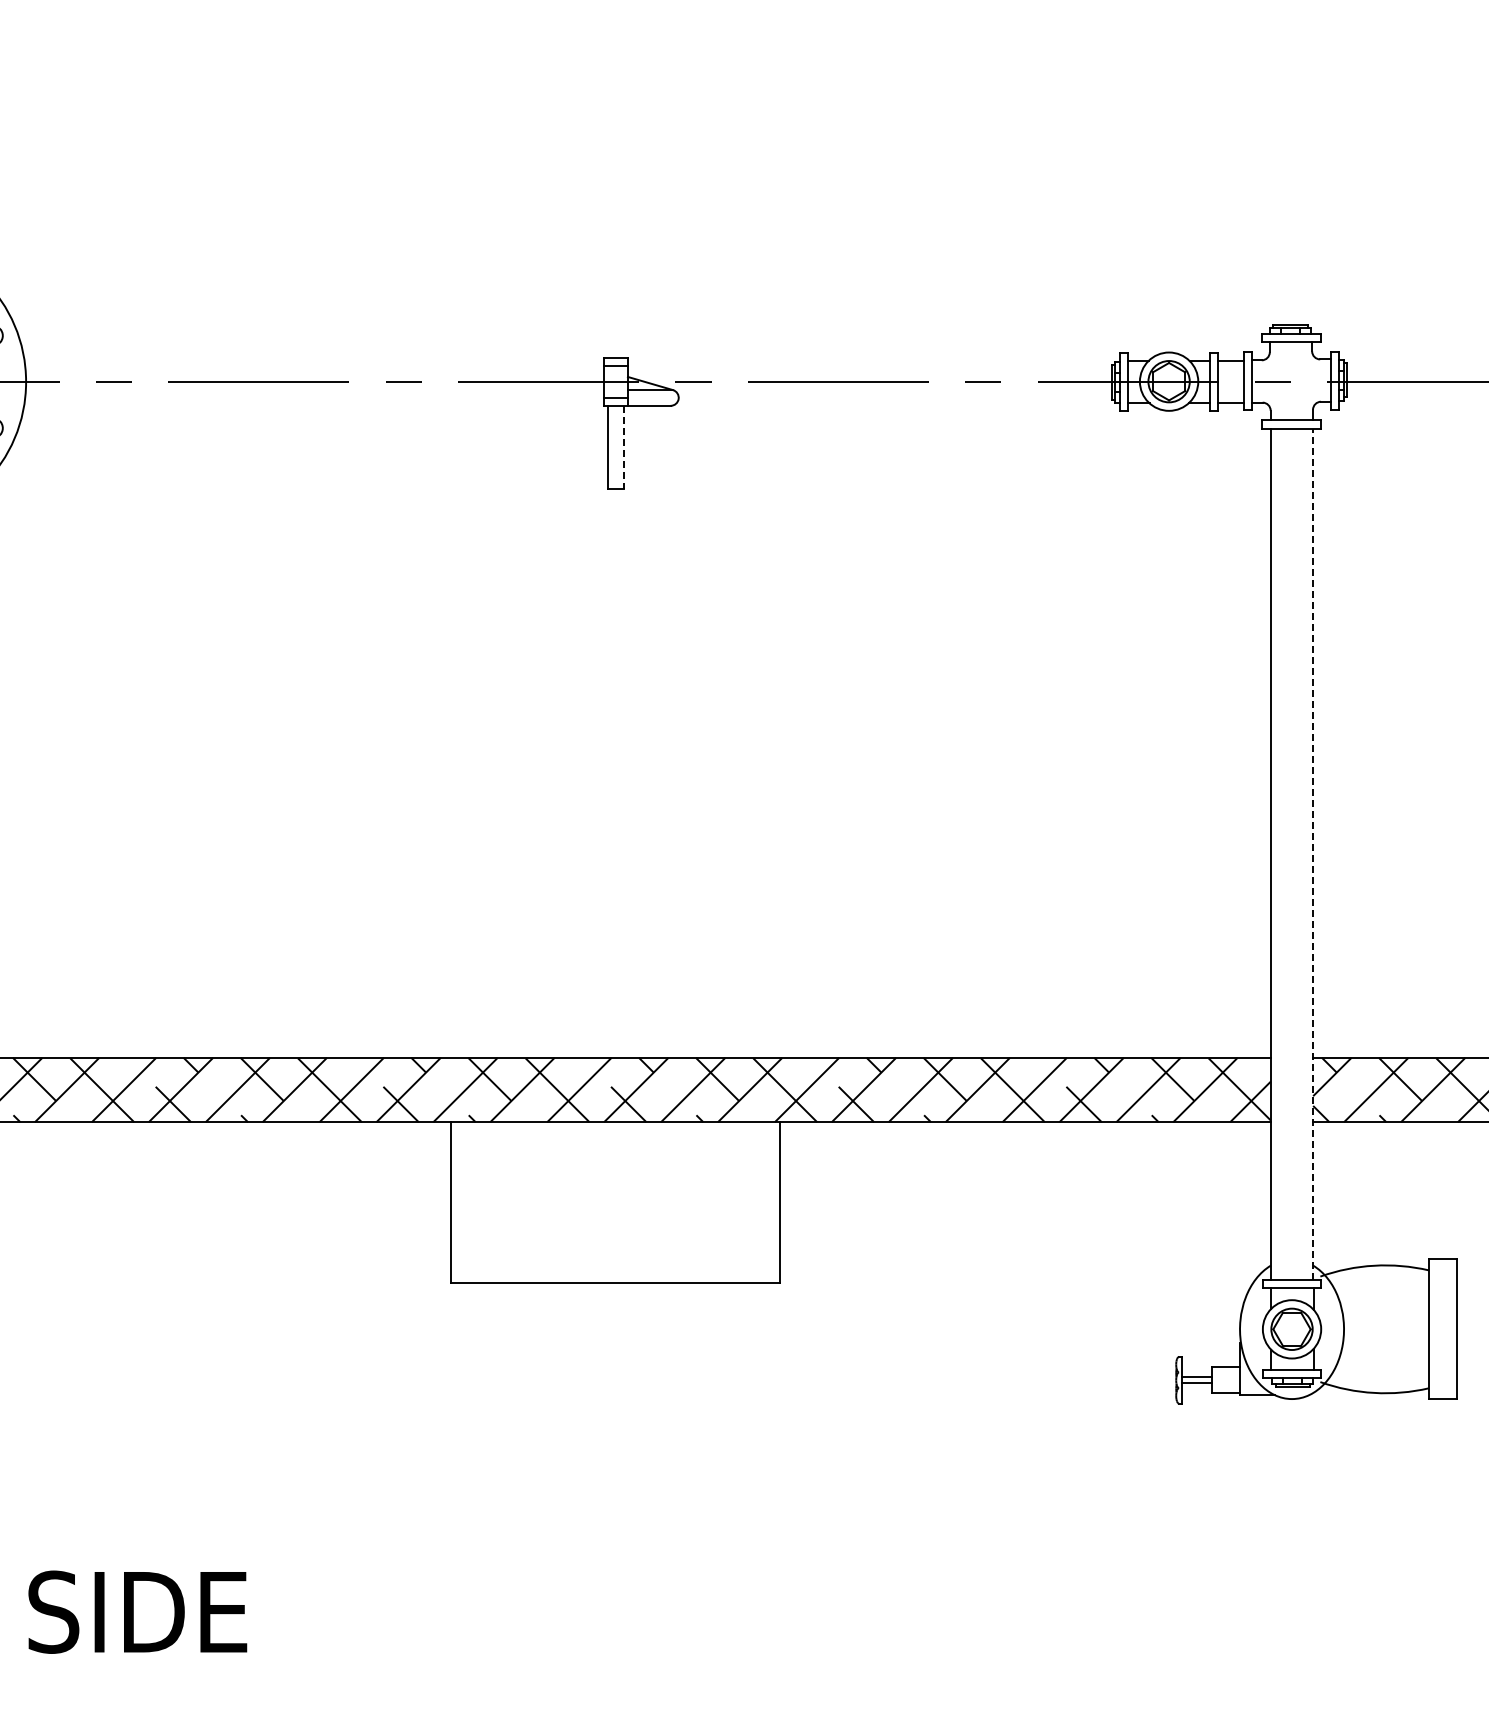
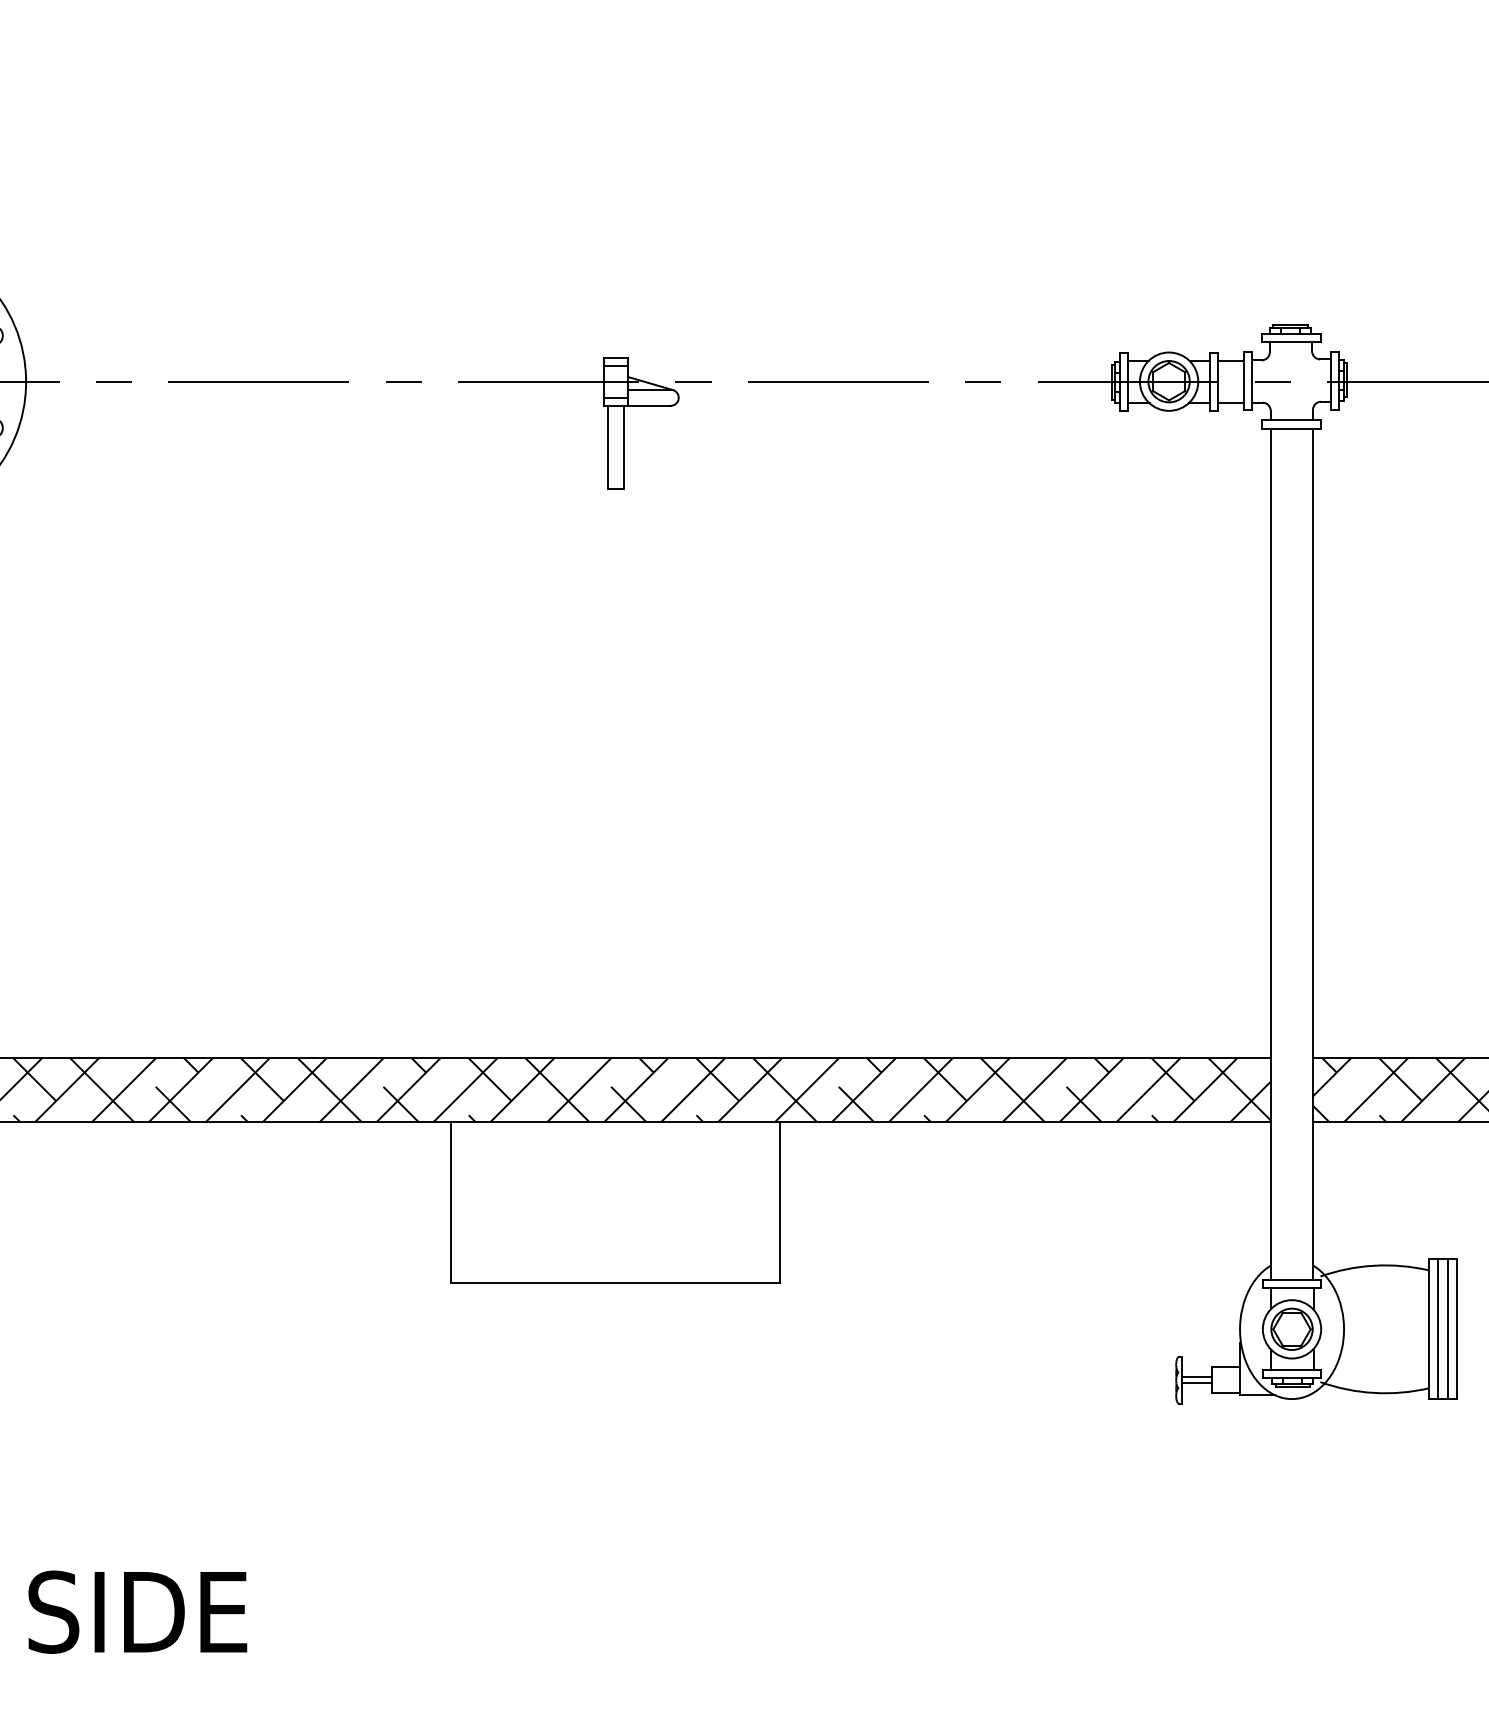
line at (623, 447): dashed -> solid
line at (1313, 854): dashed -> solid
line at (1438, 1329): none -> present
line at (1448, 1329): none -> present
